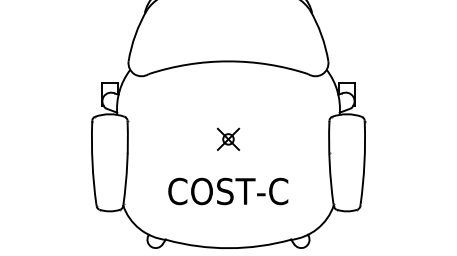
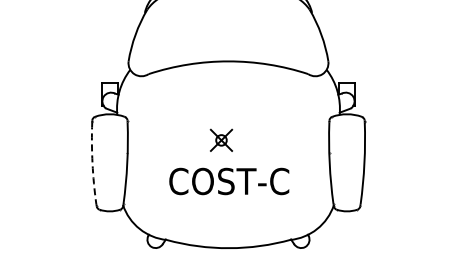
part at (228, 138) position: (228, 138) -> (221, 139)
arc at (92, 163): solid -> dashed
text at (228, 191) position: (228, 191) -> (229, 181)
